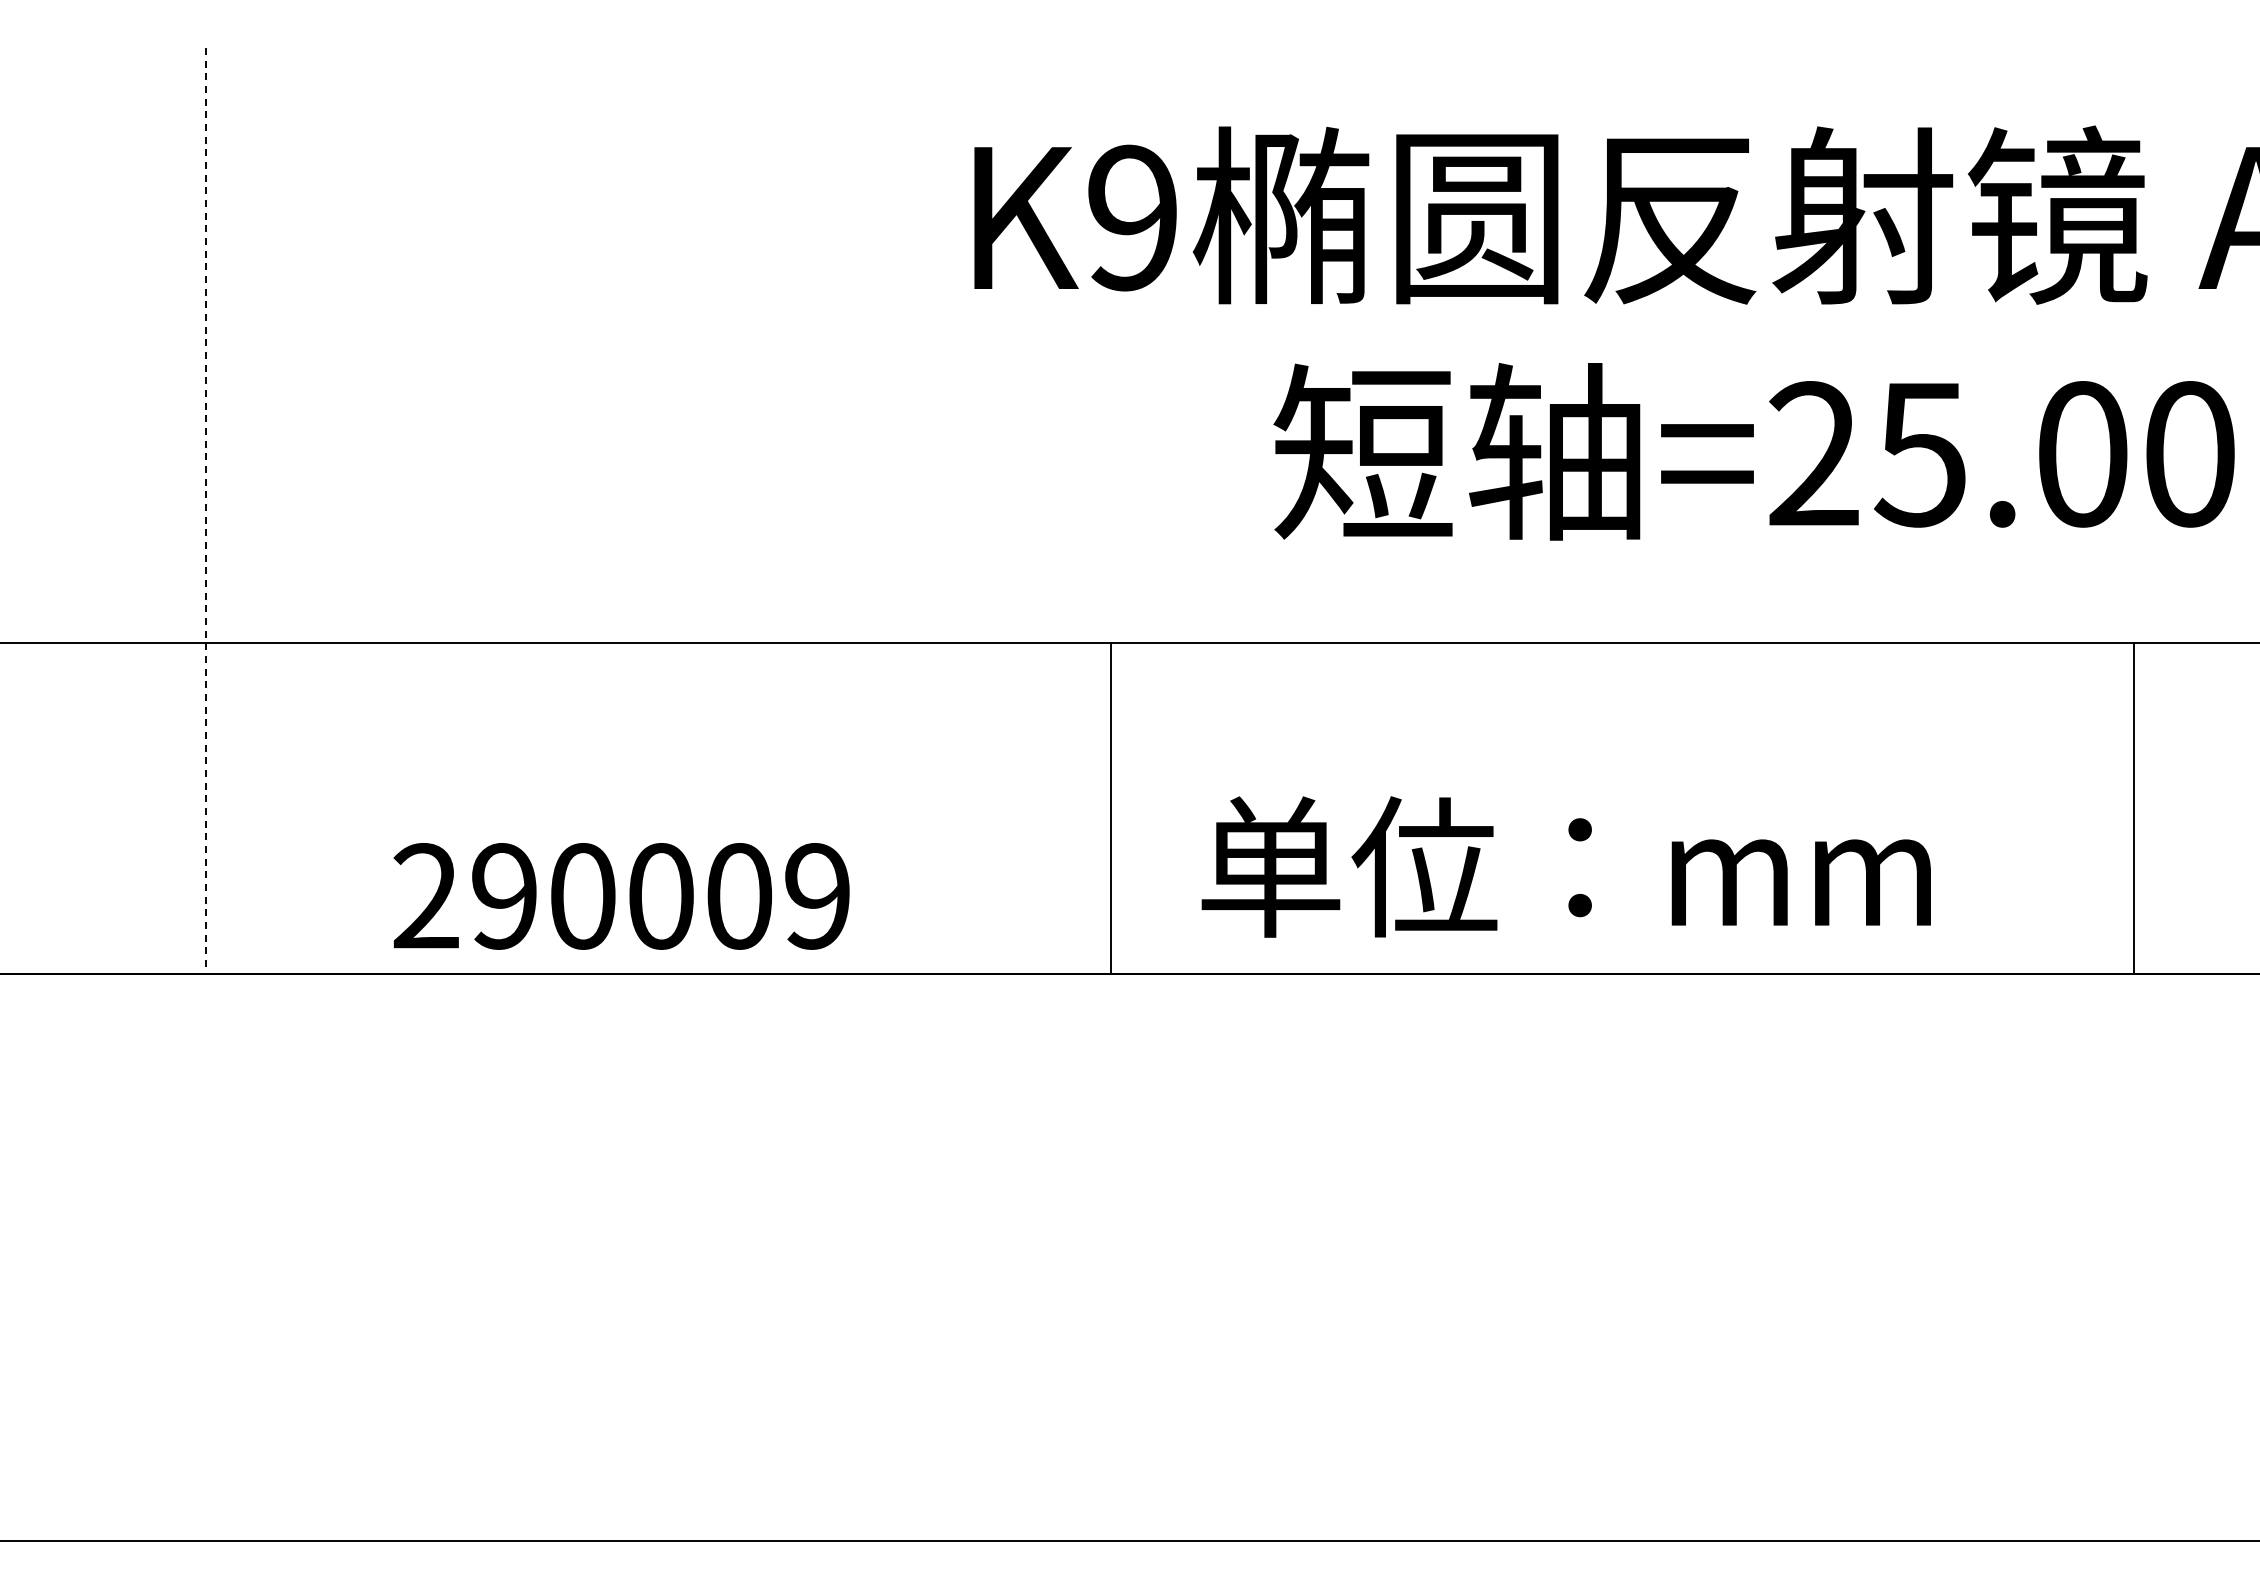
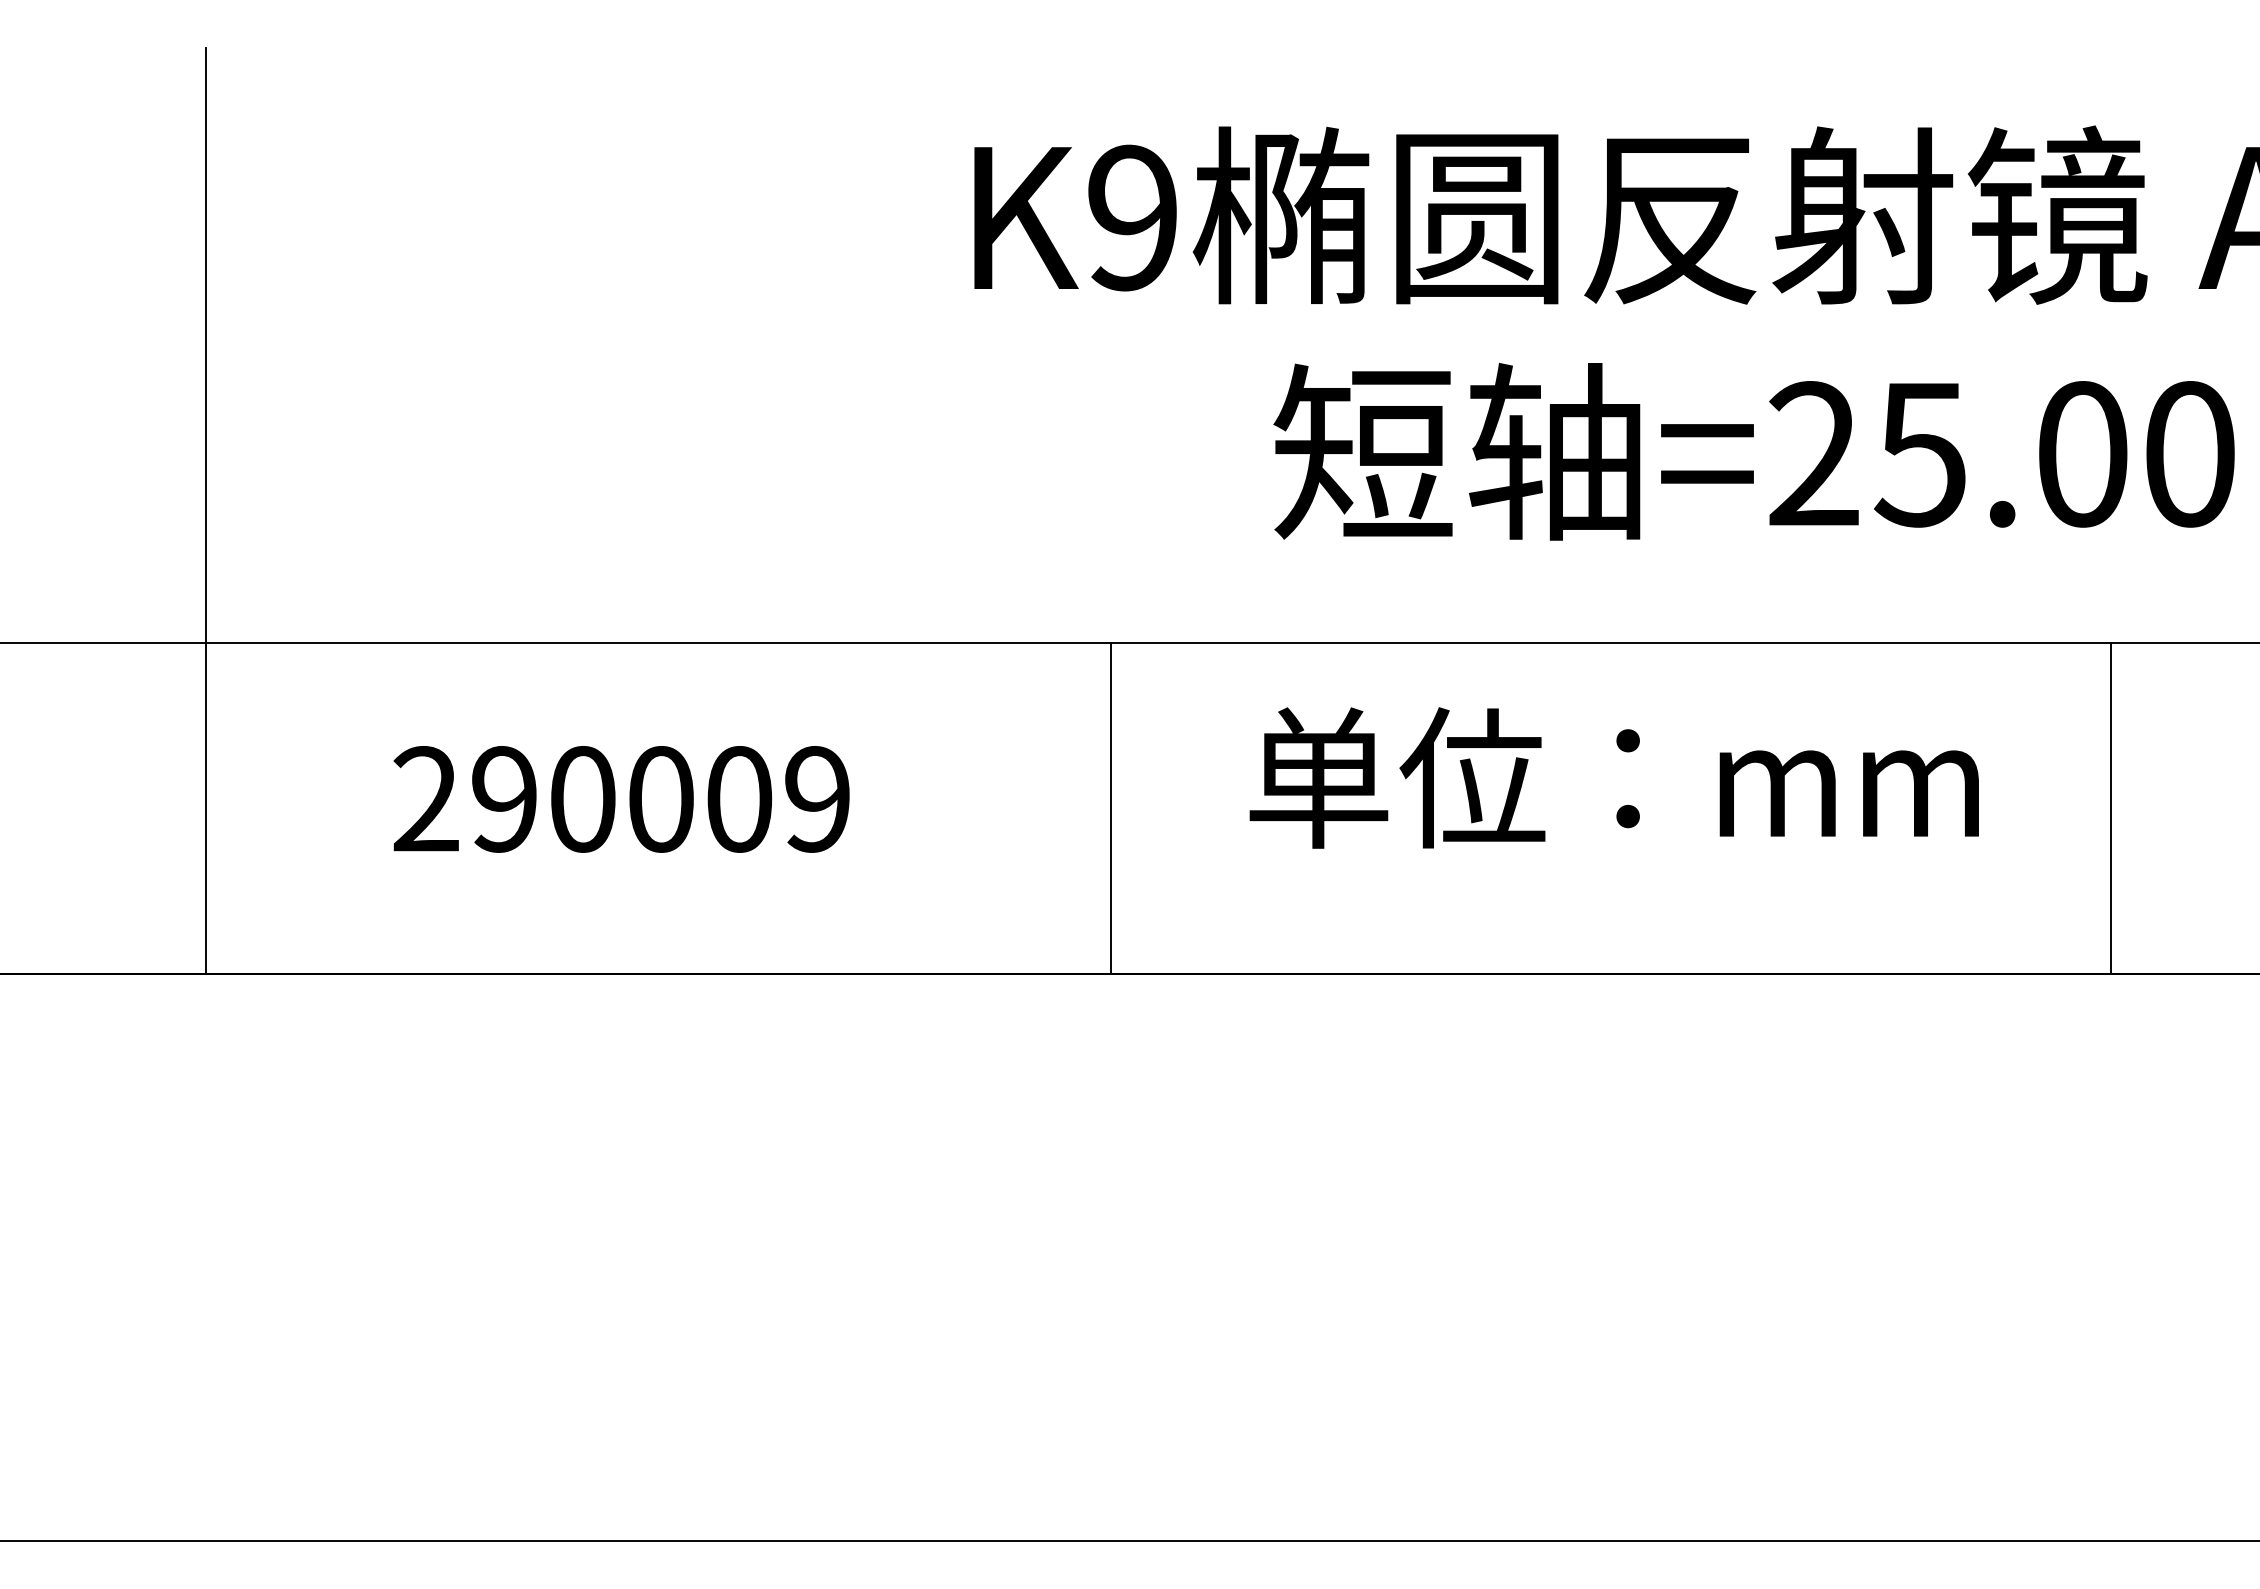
line at (206, 511): dashed -> solid
line at (2133, 808) position: (2133, 808) -> (2110, 808)
text at (1565, 866) position: (1565, 866) -> (1613, 777)
text at (621, 896) position: (621, 896) -> (621, 799)
